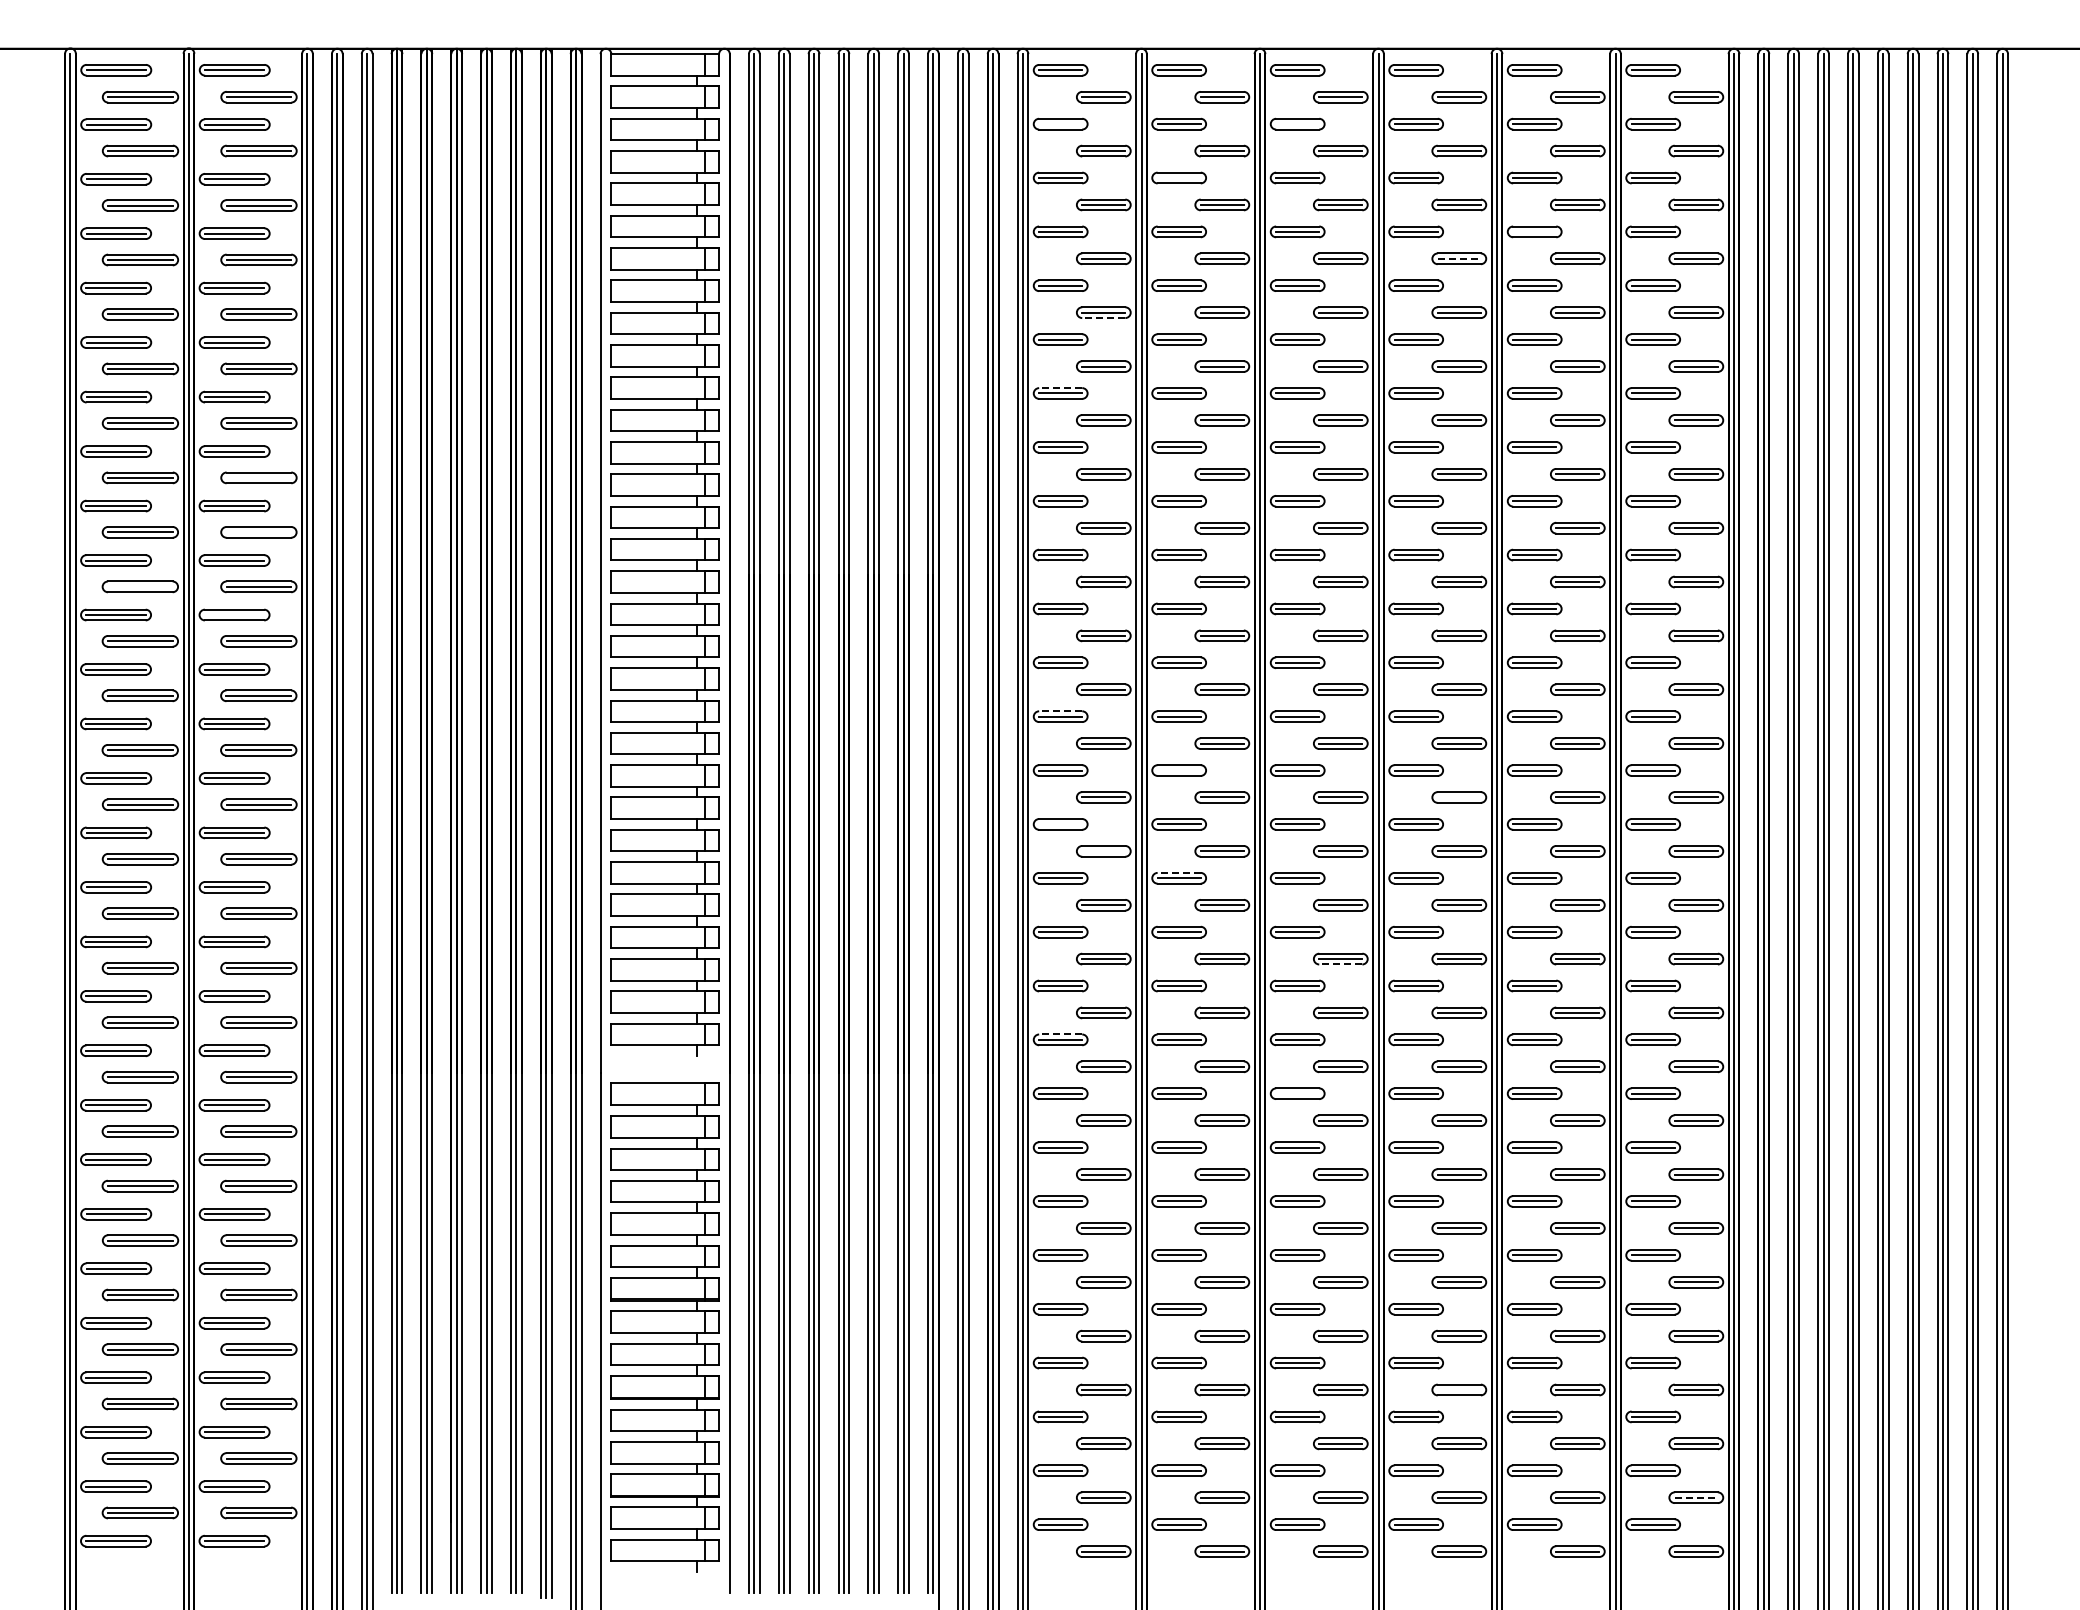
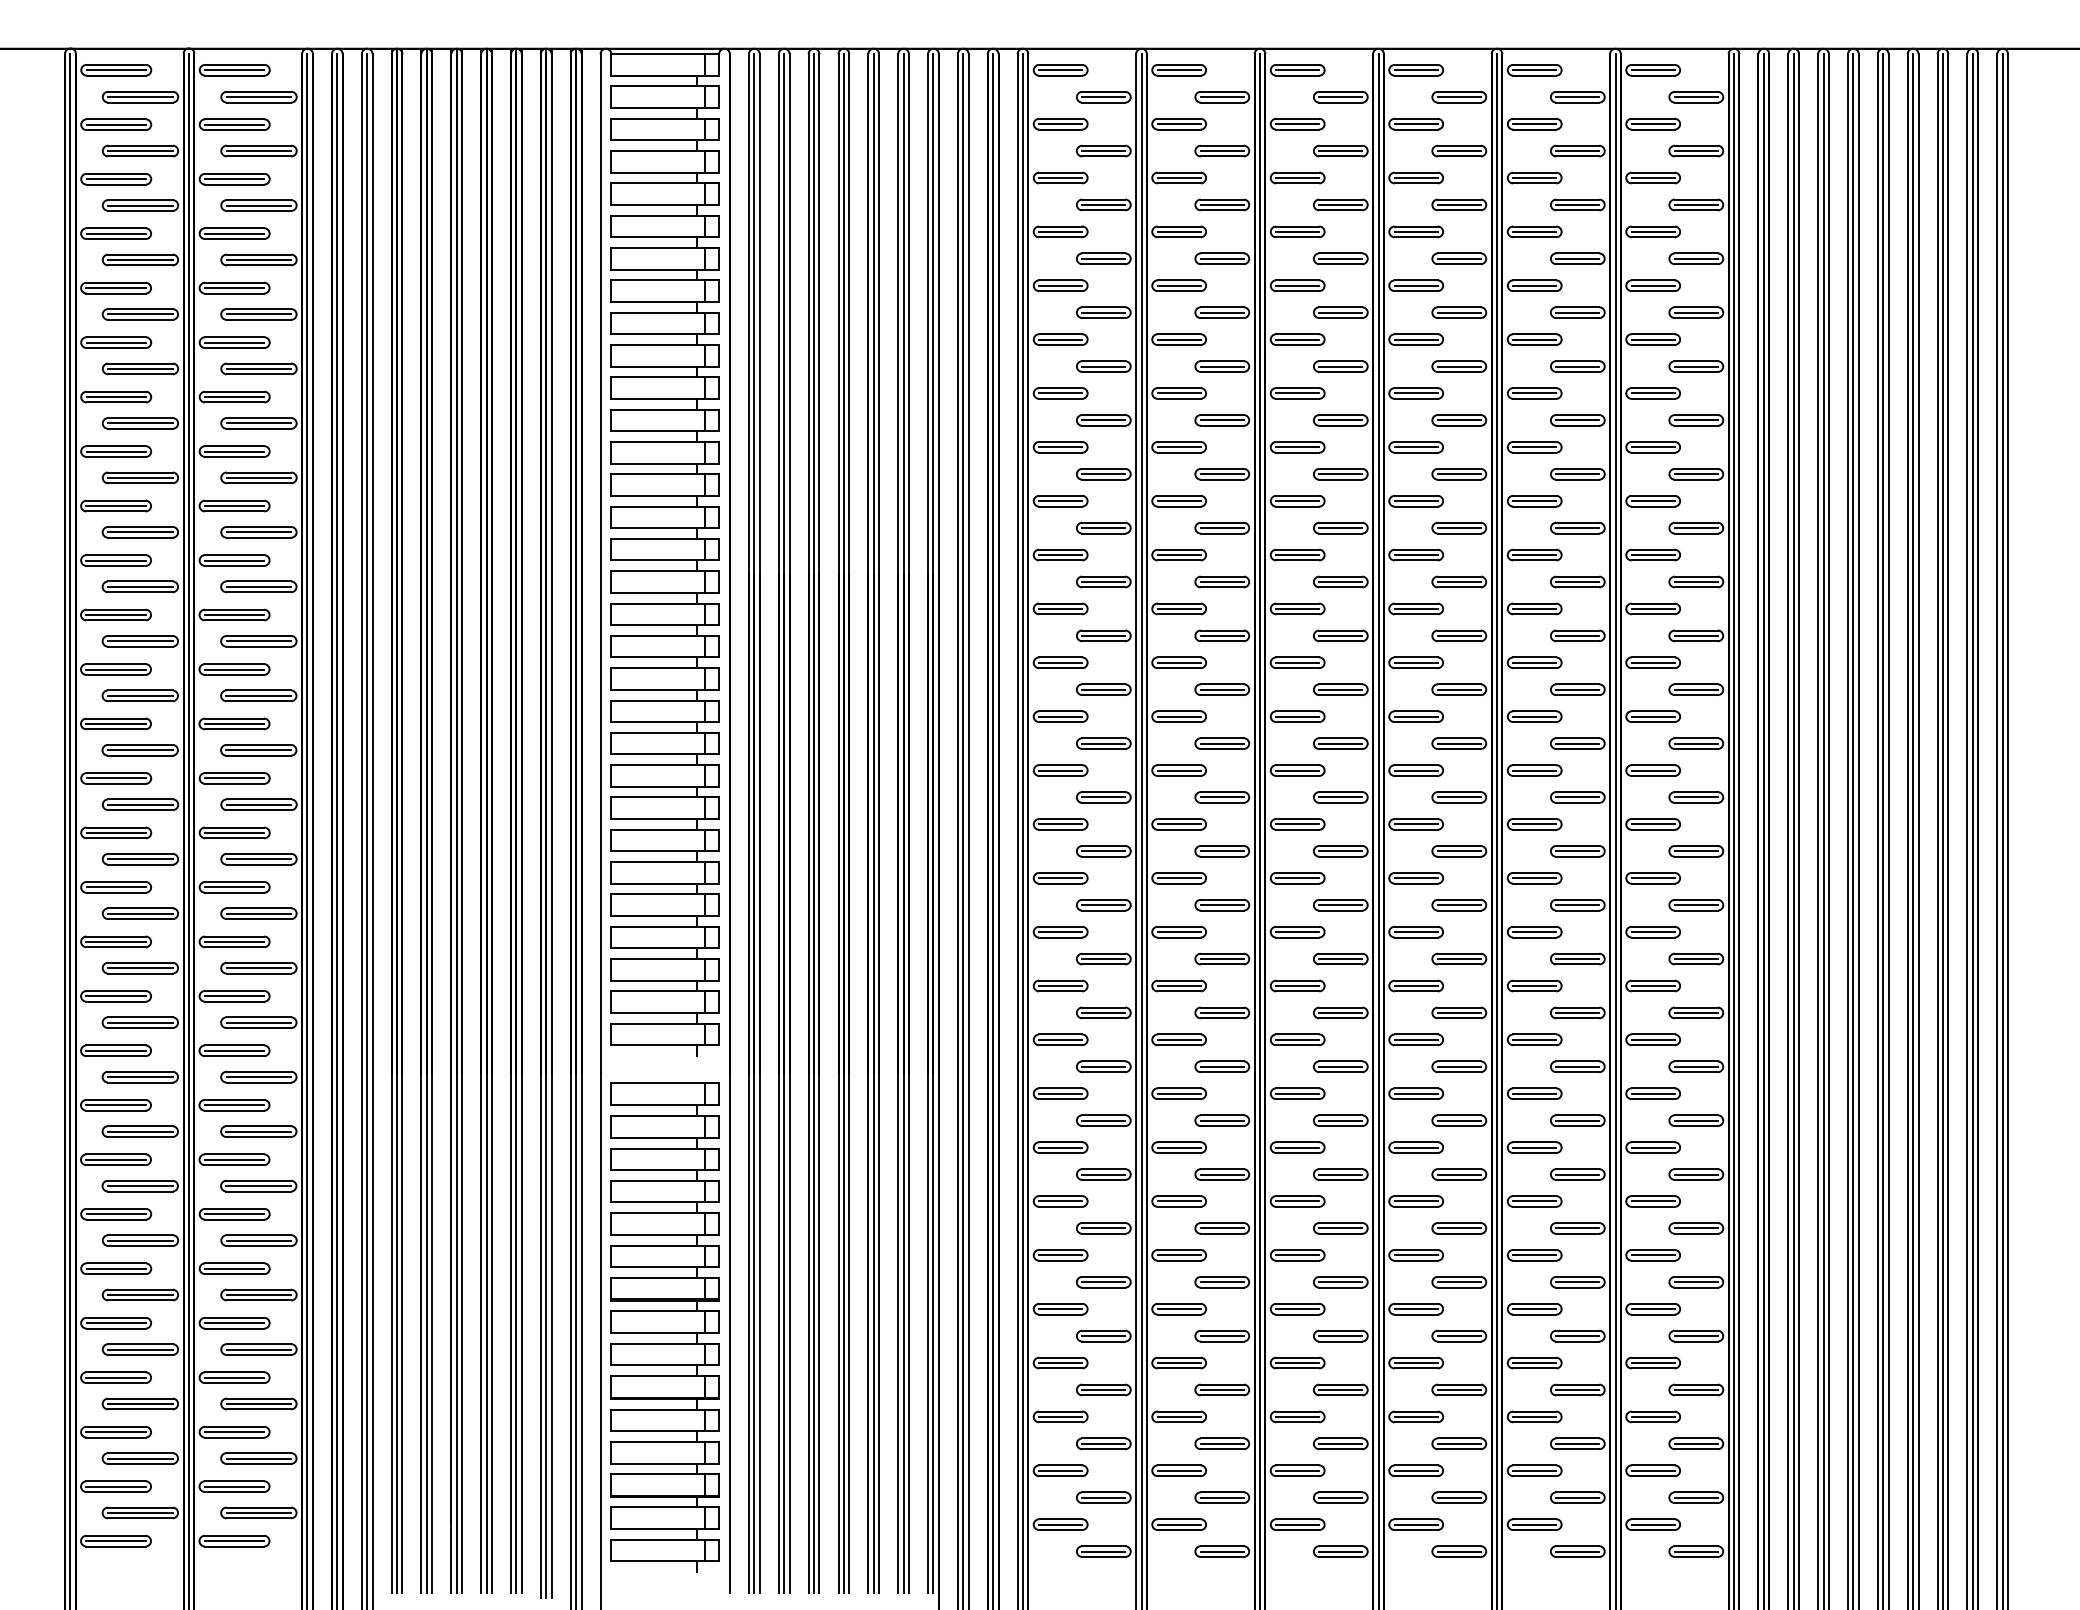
line at (1060, 124): none -> present
line at (1297, 124): none -> present
line at (1178, 178): none -> present
line at (1534, 231): none -> present
line at (1459, 258): dashed -> solid
line at (1103, 318): dashed -> solid
line at (1060, 388): dashed -> solid
line at (258, 477): none -> present
line at (258, 532): none -> present
line at (140, 586): none -> present
line at (234, 615): none -> present
line at (1060, 711): dashed -> solid
line at (1178, 770): none -> present
line at (1458, 797): none -> present
line at (1060, 824): none -> present
line at (1103, 851): none -> present
line at (1179, 872): dashed -> solid
line at (1340, 964): dashed -> solid
line at (1060, 1034): dashed -> solid
line at (1297, 1093): none -> present
line at (1458, 1390): none -> present
line at (1696, 1497): dashed -> solid
